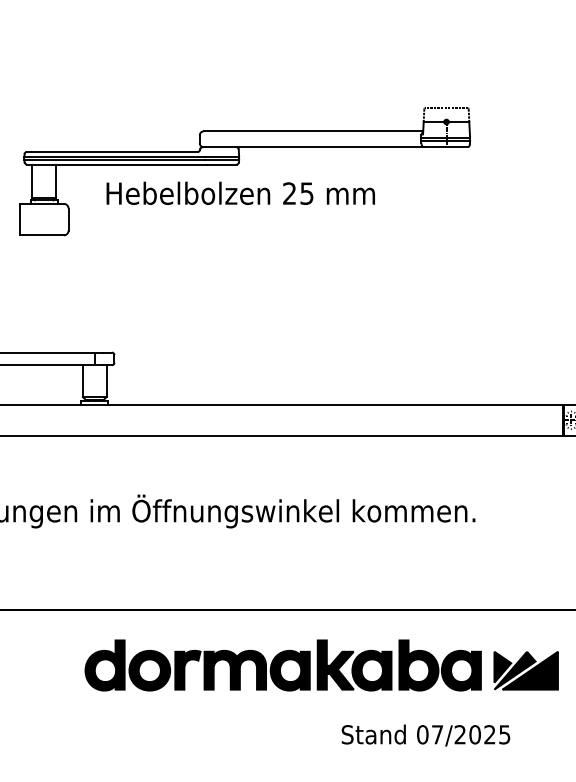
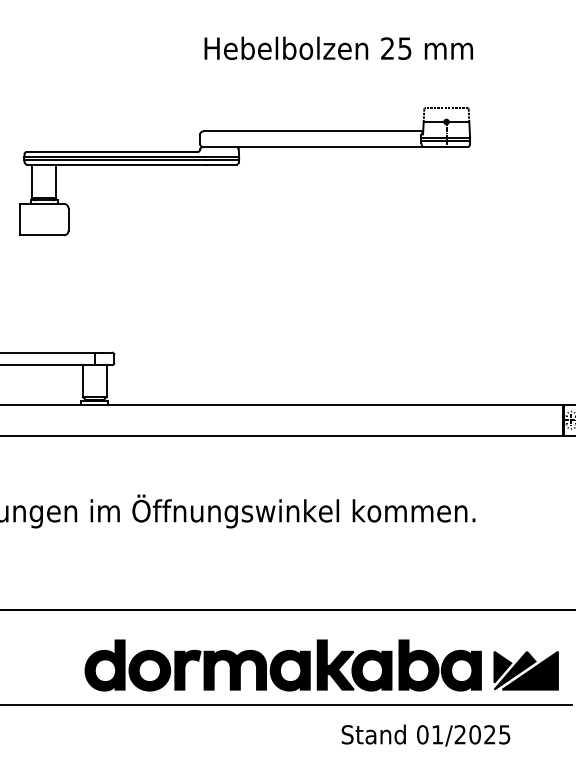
text at (240, 192) position: (240, 192) -> (338, 47)
line at (287, 705): none -> present
text at (437, 734): 07/2025 -> 01/2025
